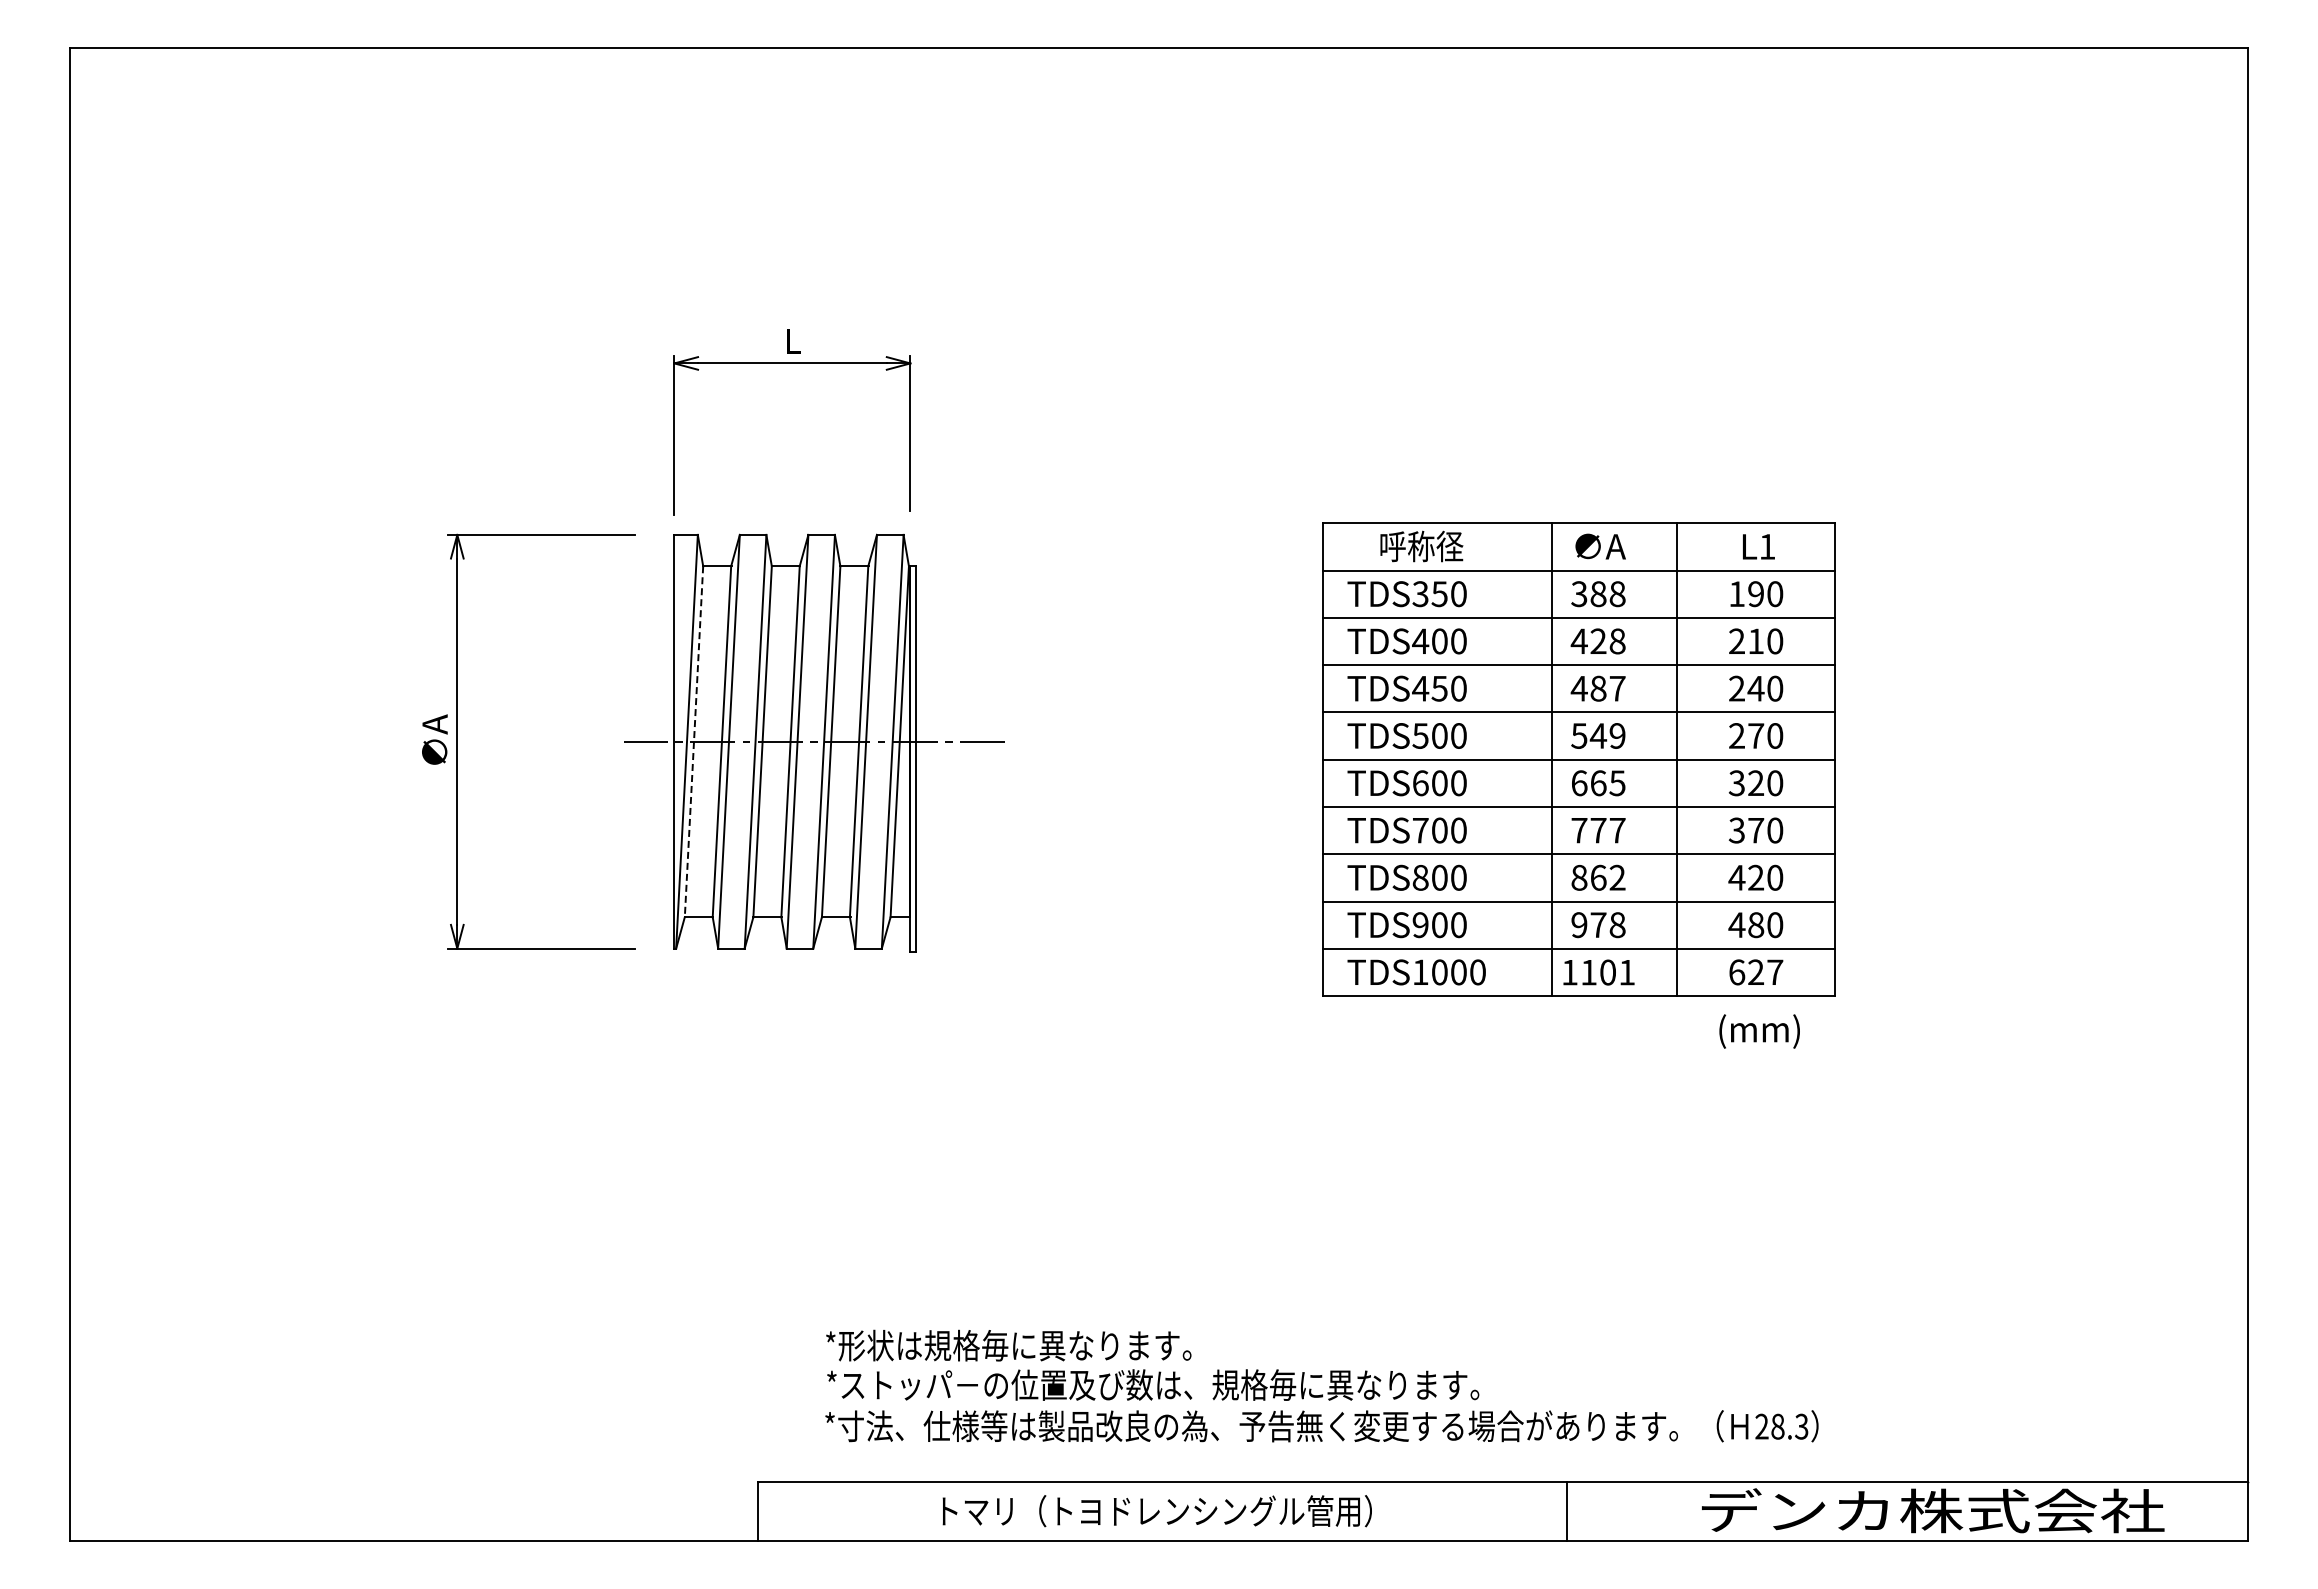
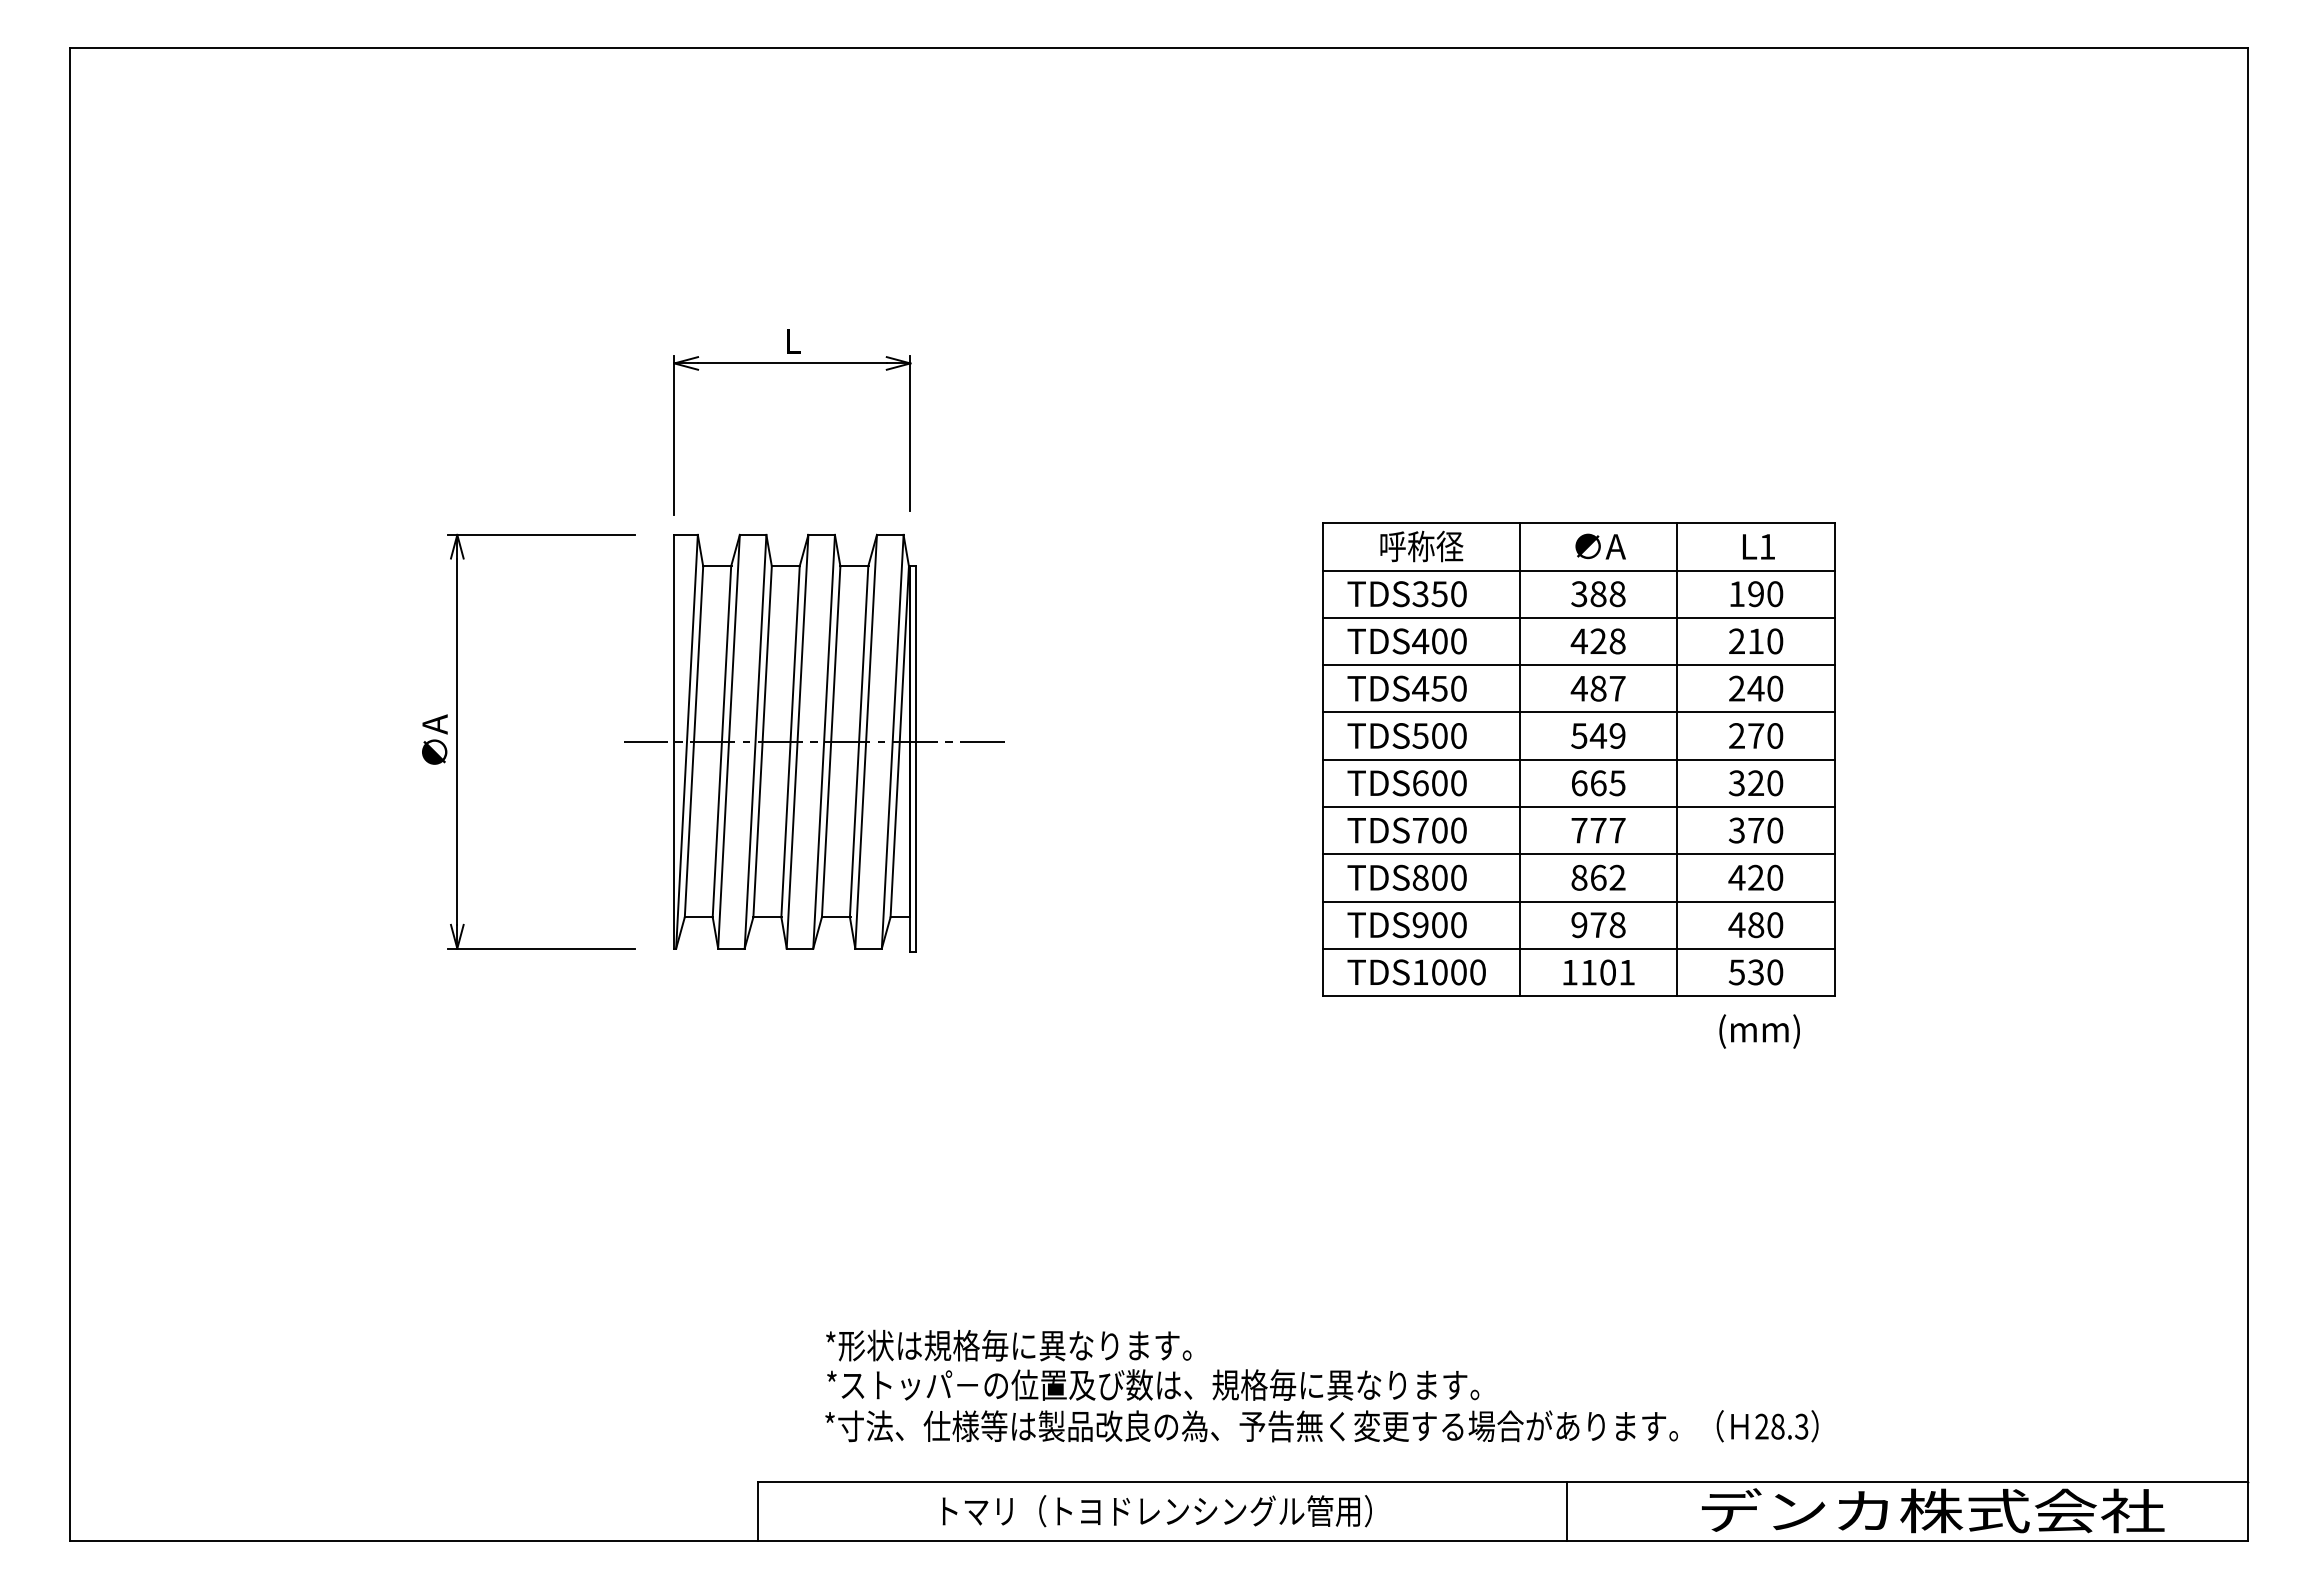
line at (694, 741): dashed -> solid
line at (1551, 759) position: (1551, 759) -> (1519, 759)
text at (1755, 972): 627 -> 530
